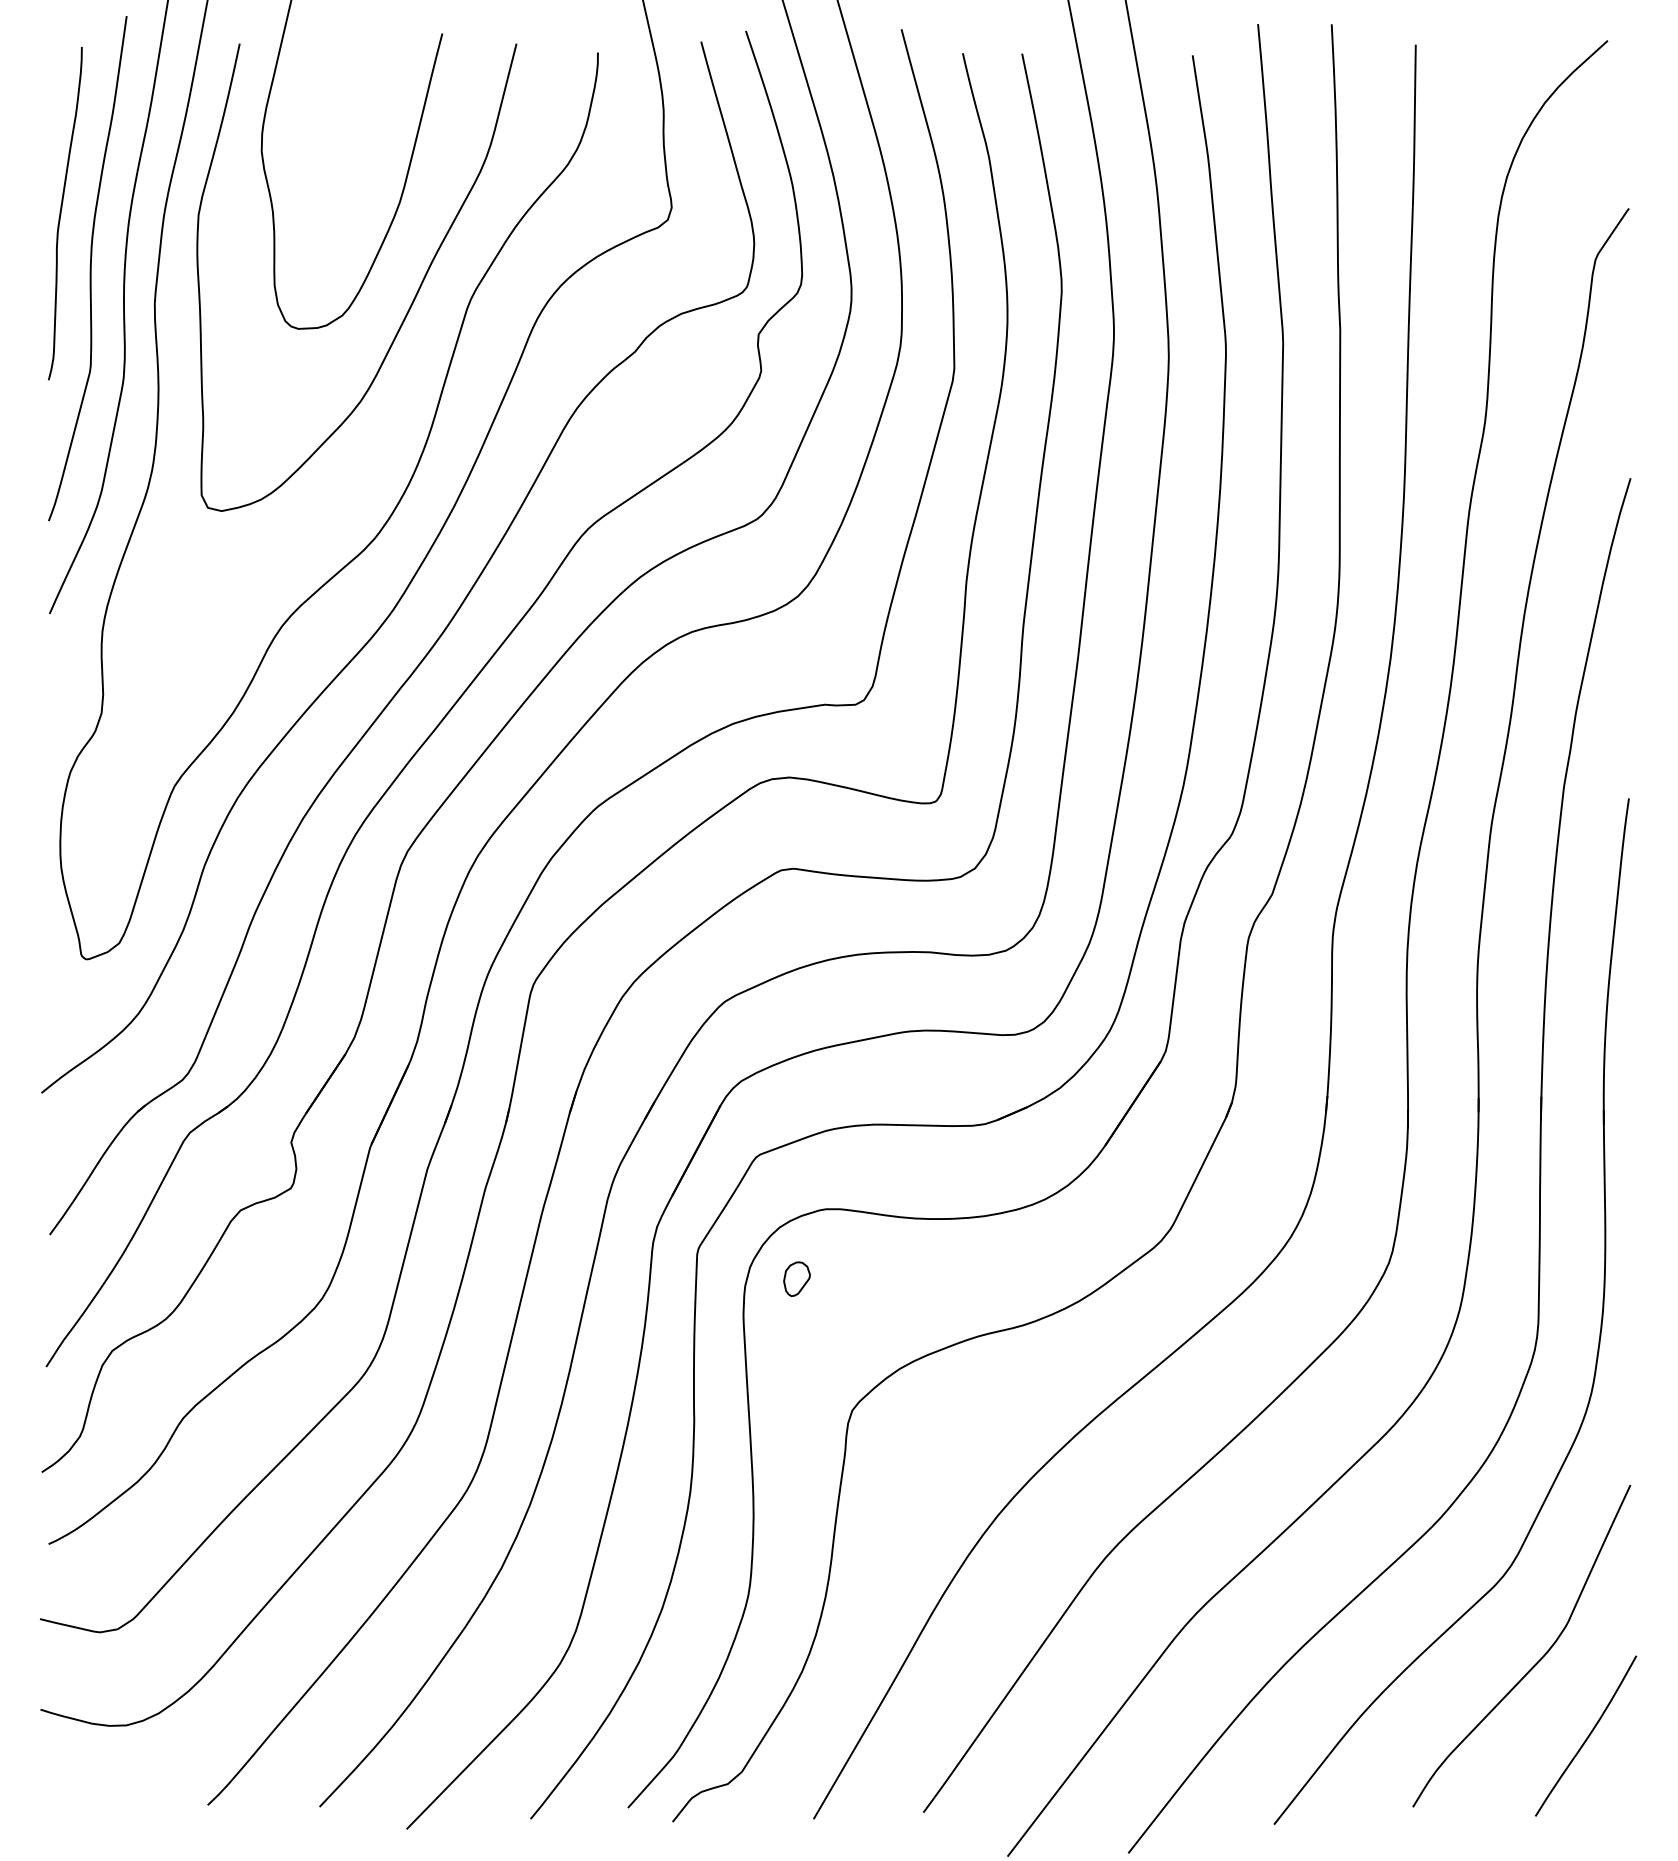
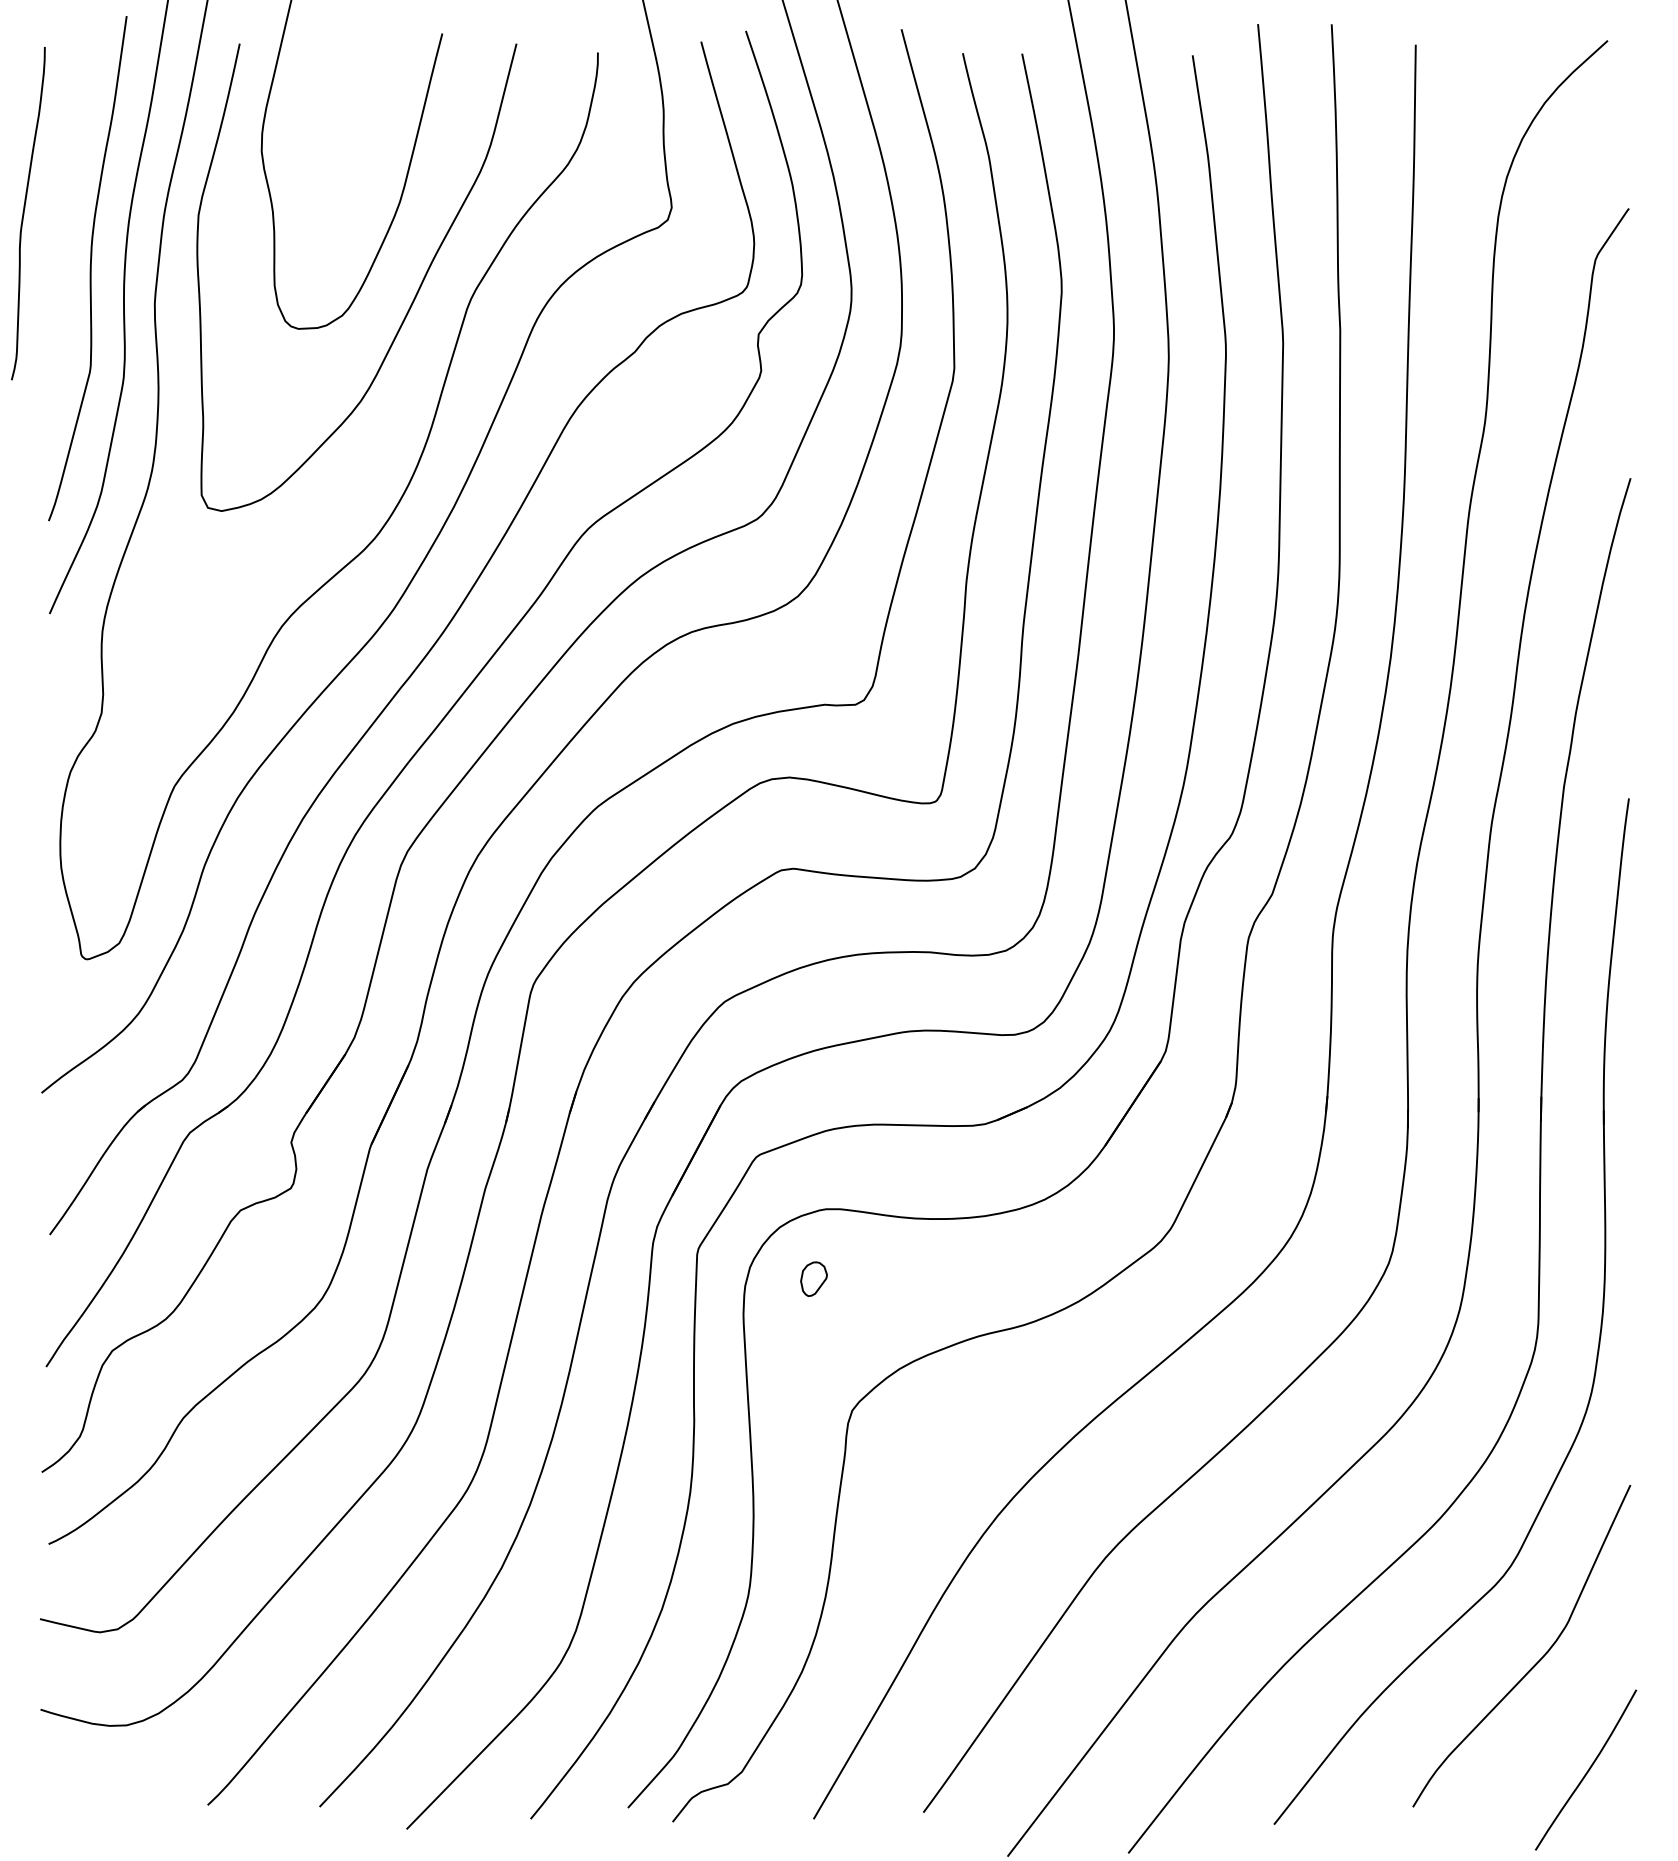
curve at (61, 213) position: (61, 213) -> (24, 213)
part at (796, 1278) position: (796, 1278) -> (813, 1278)
curve at (1587, 1736) position: (1587, 1736) -> (1587, 1770)
